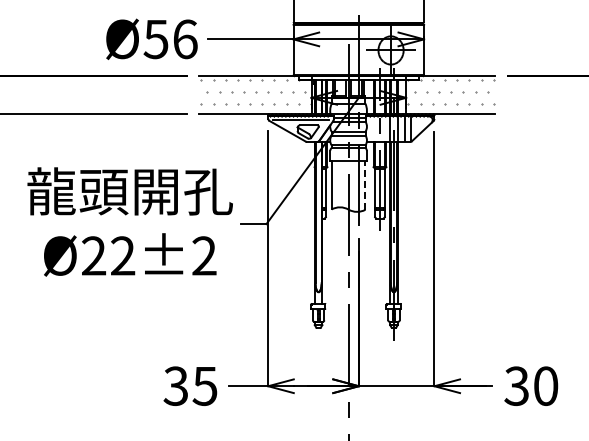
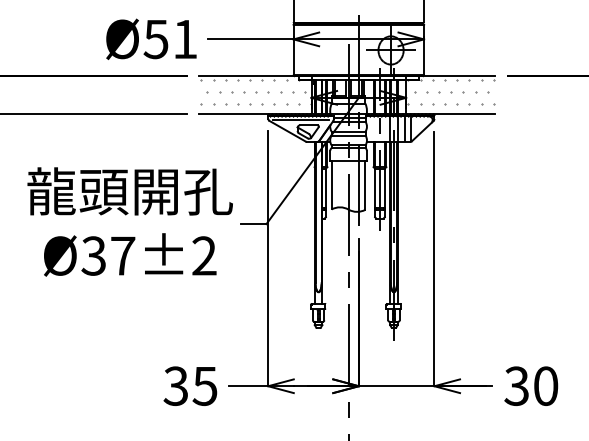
text at (185, 39): 56 -> 51
line at (365, 184): dashed -> solid
text at (108, 255): 22±2 -> 37±2
